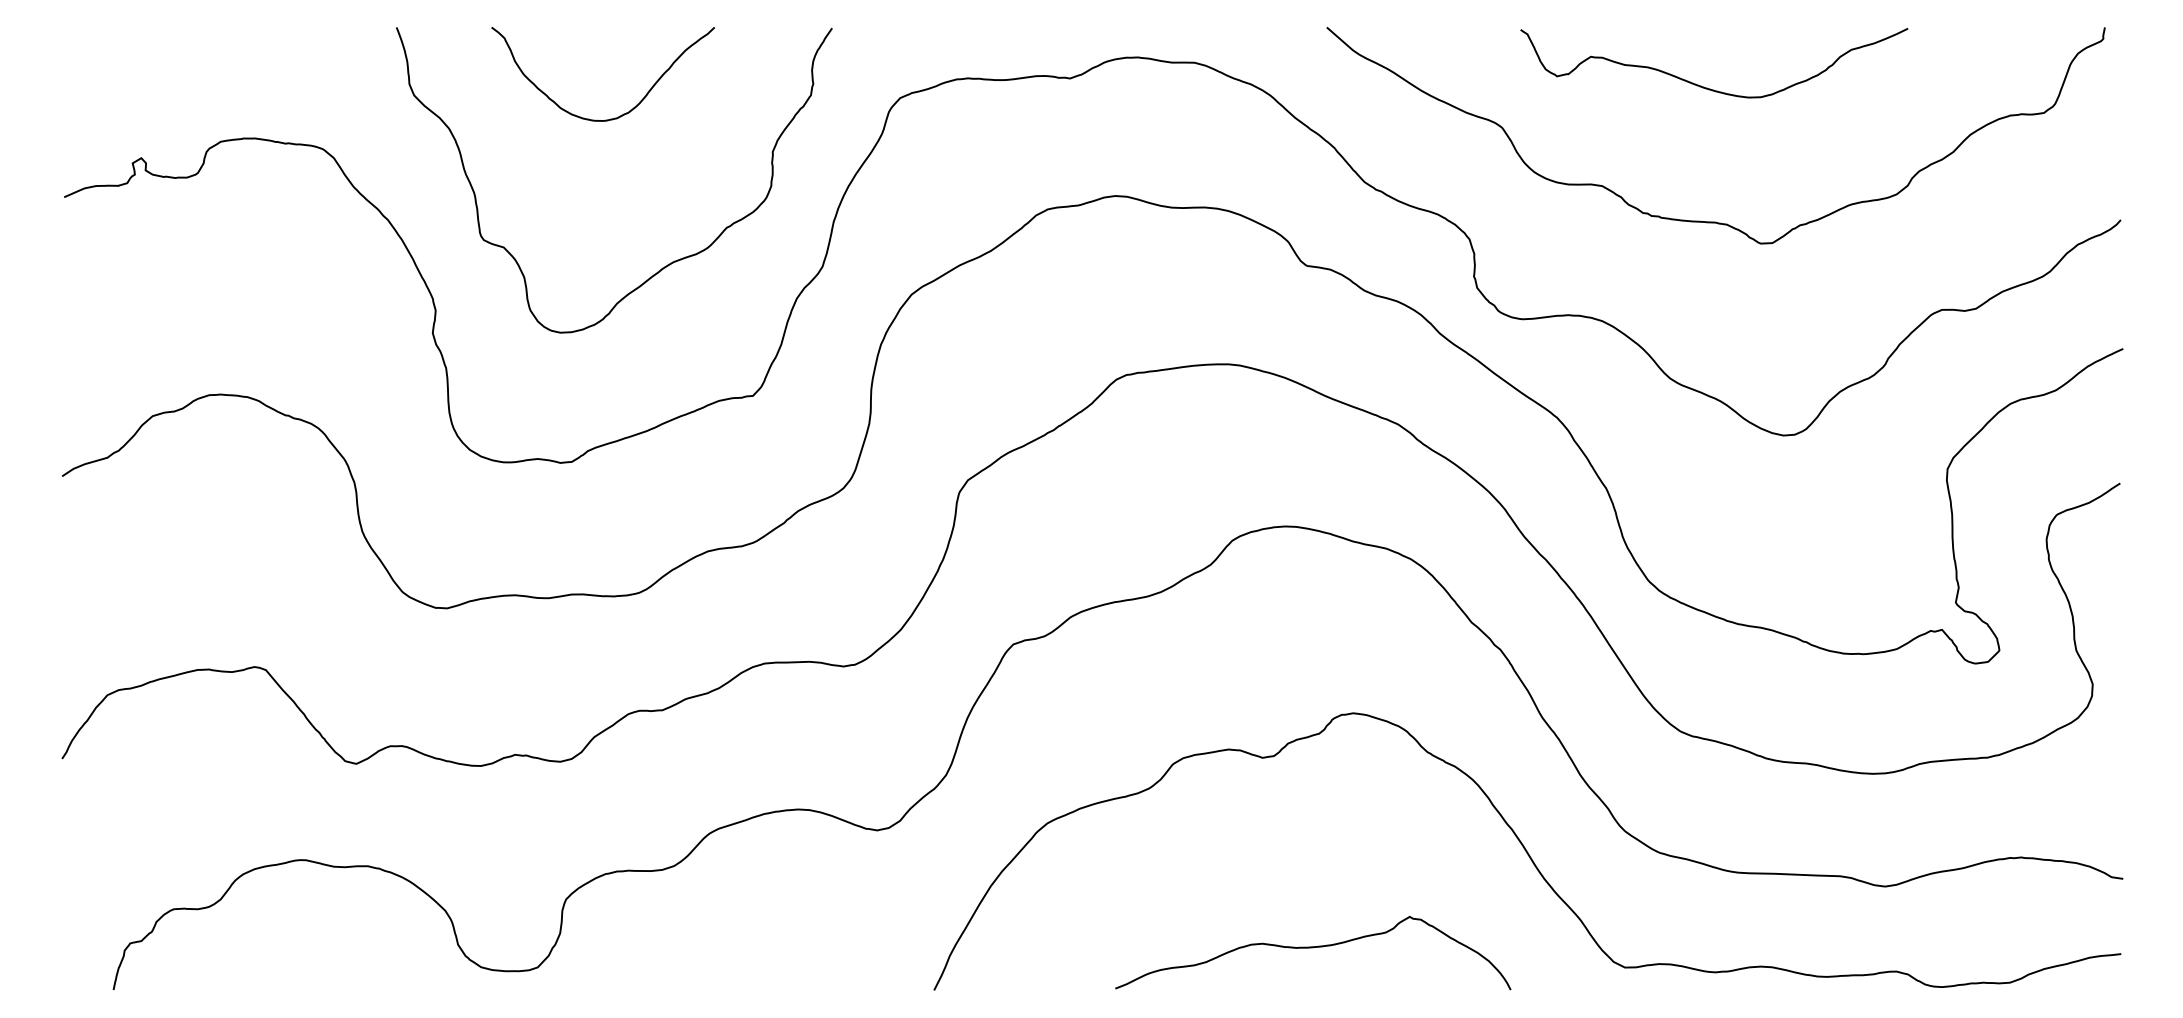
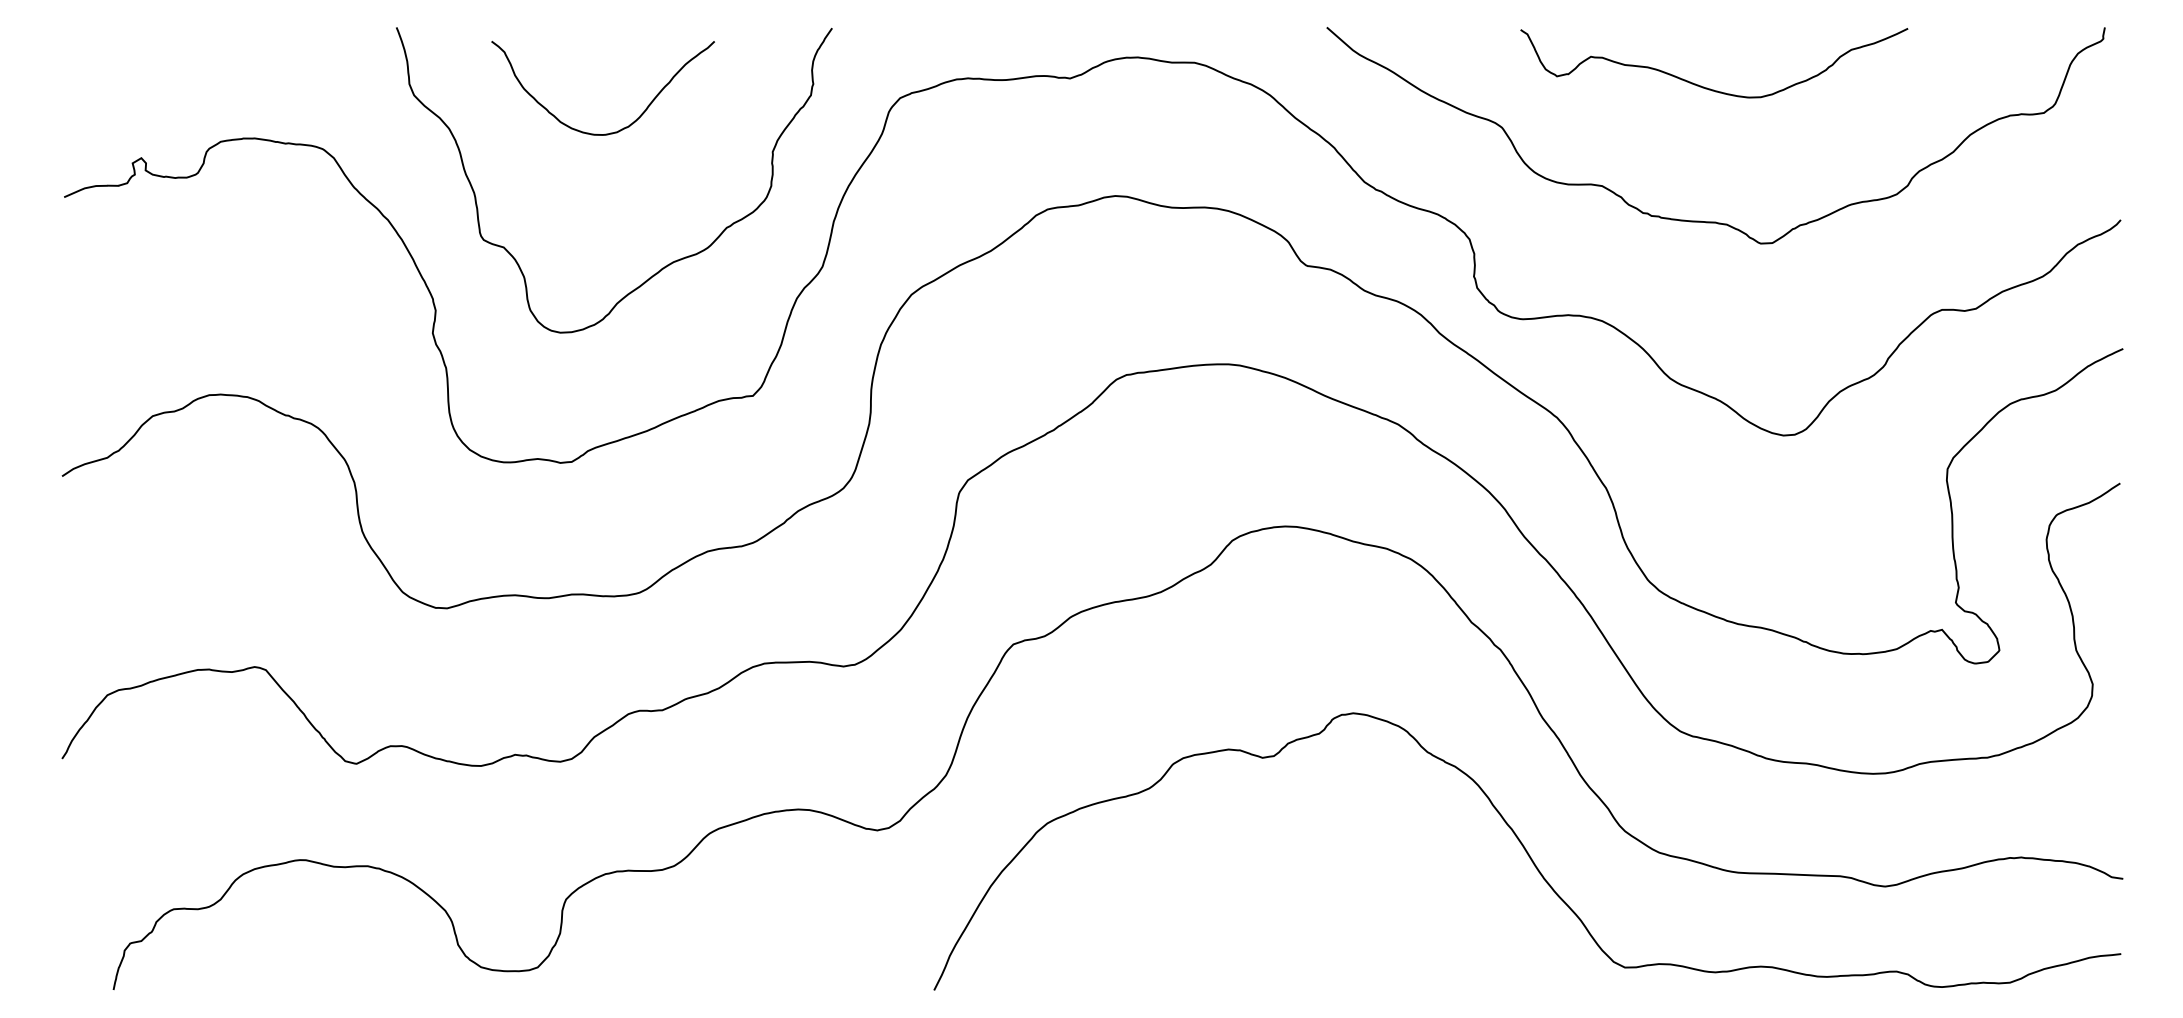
curve at (623, 113) position: (623, 113) -> (623, 127)
curve at (1313, 948): present -> none
